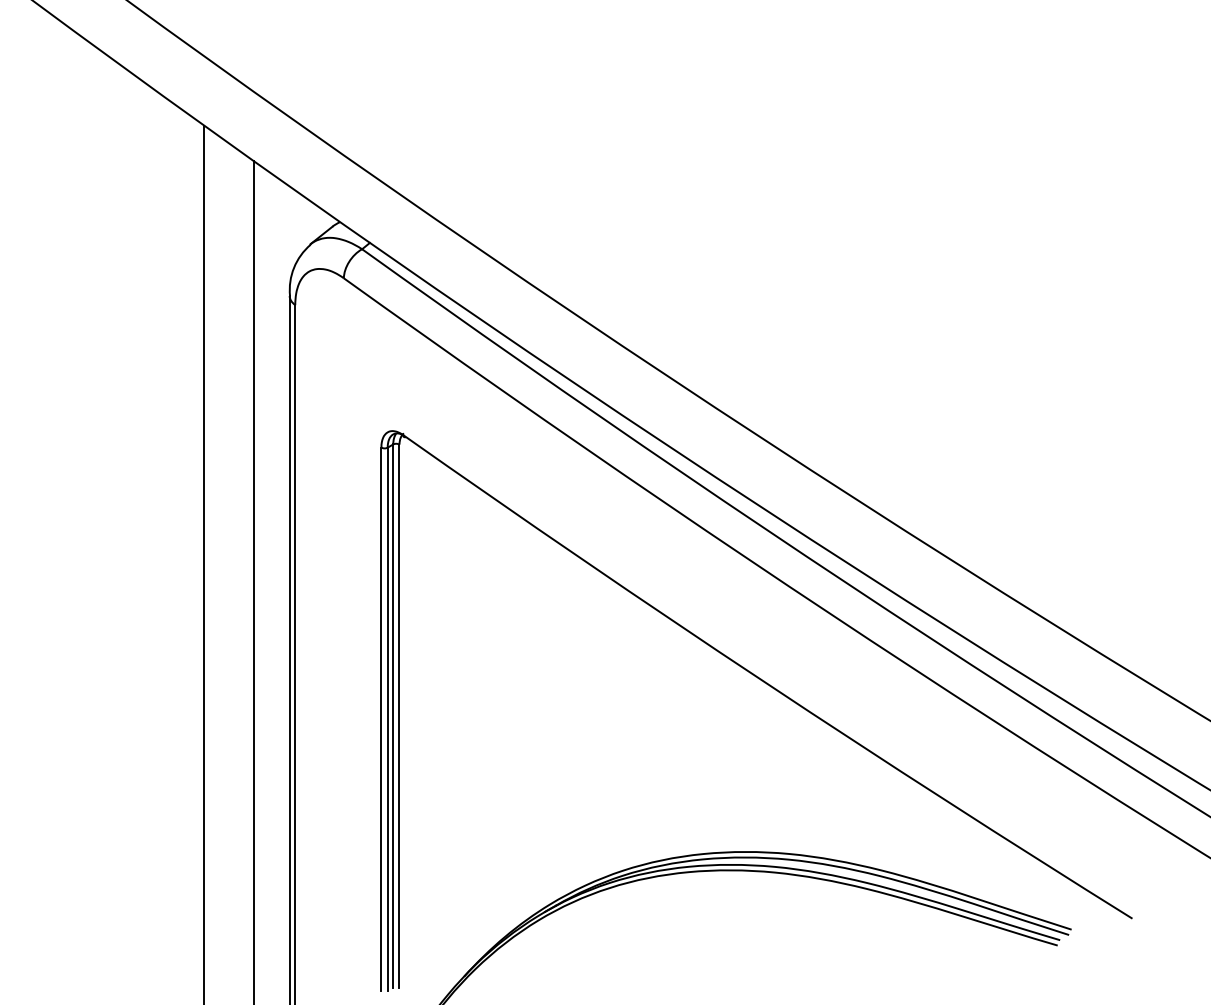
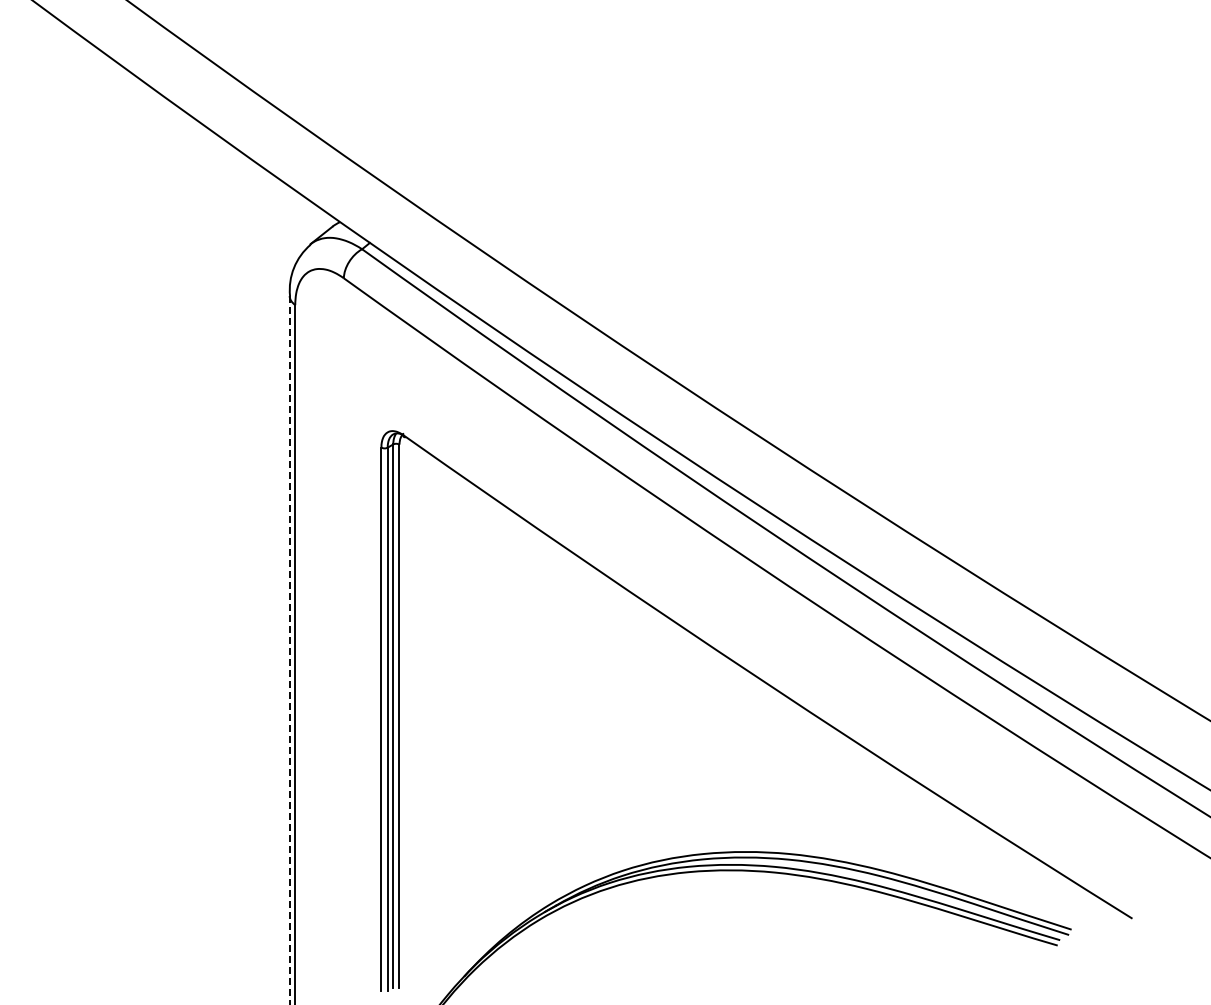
line at (204, 563): present -> none
line at (253, 581): present -> none
line at (289, 650): solid -> dashed
